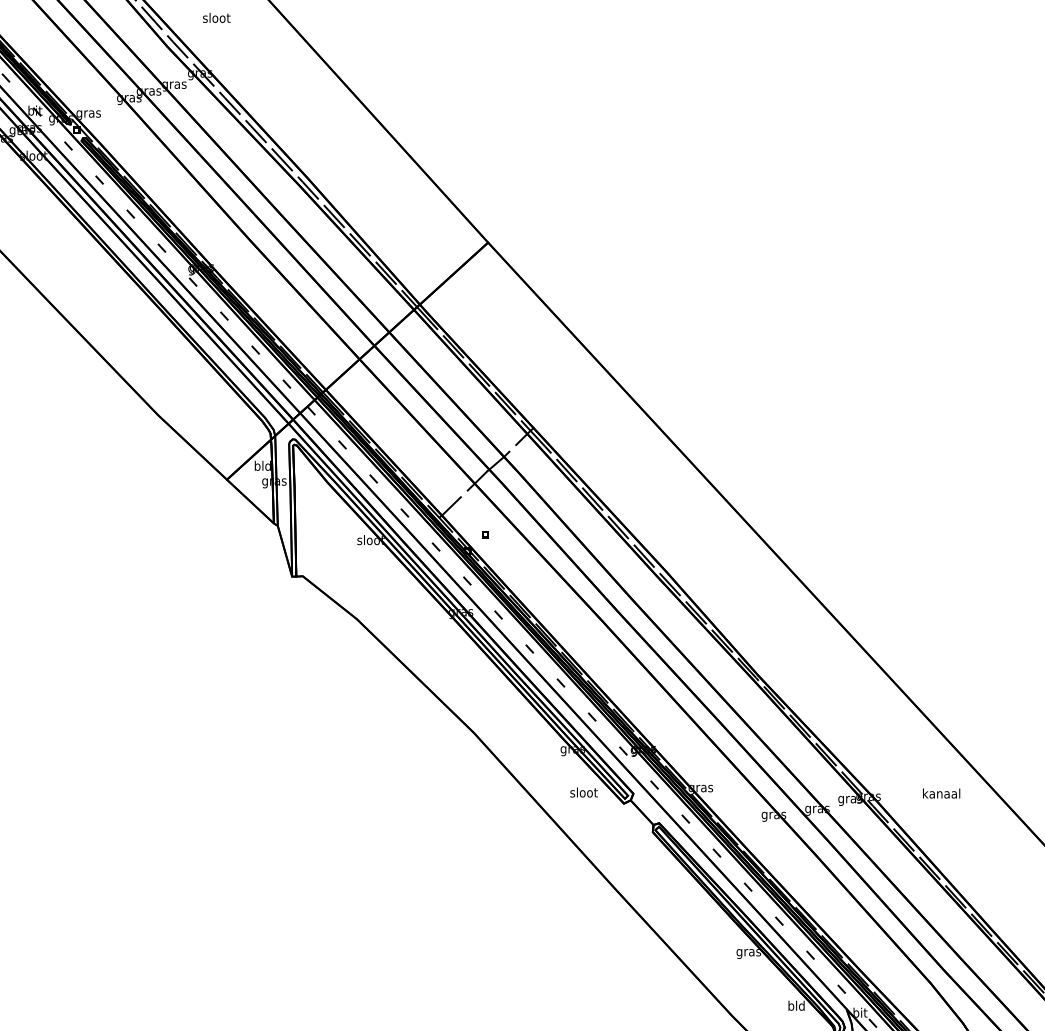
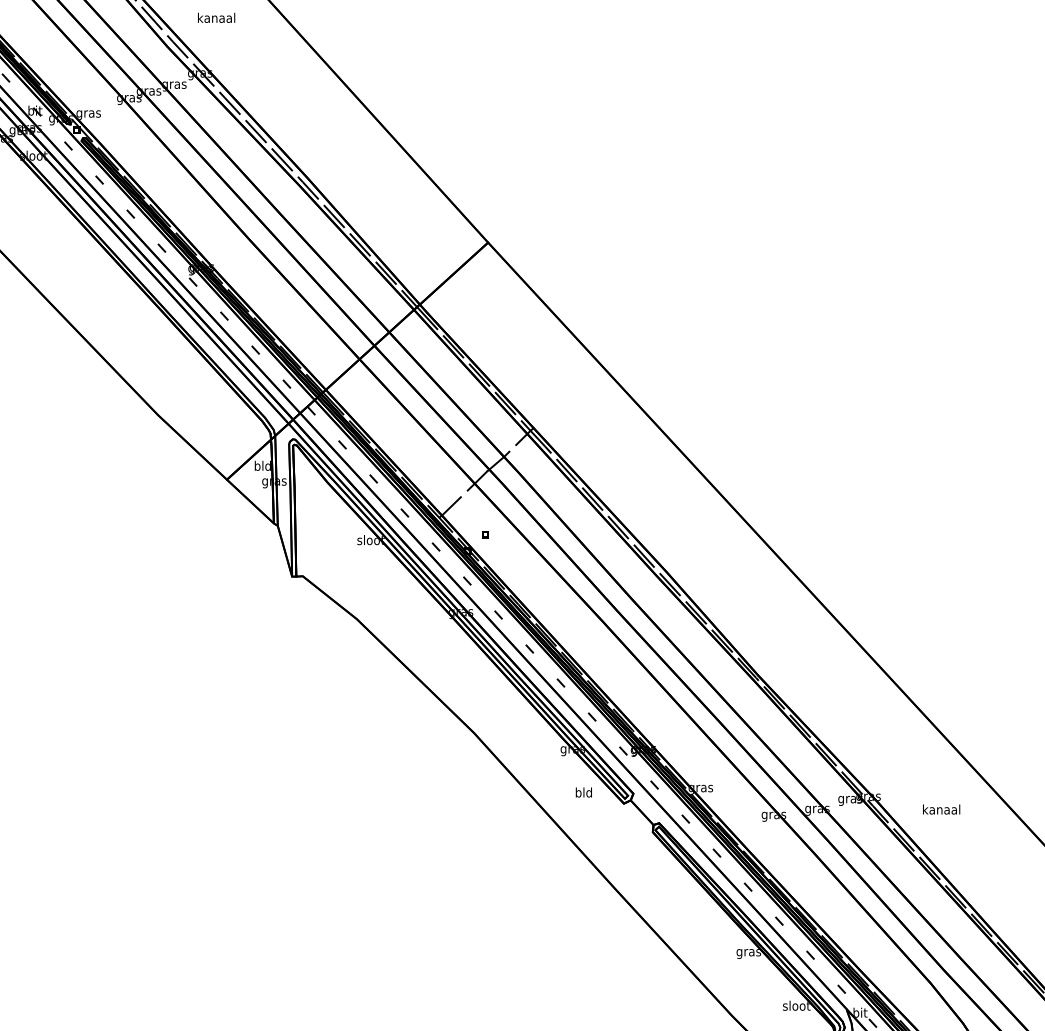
text at (216, 17): sloot -> kanaal
text at (583, 792): sloot -> bld
text at (941, 793) position: (941, 793) -> (941, 809)
text at (796, 1005): bld -> sloot
